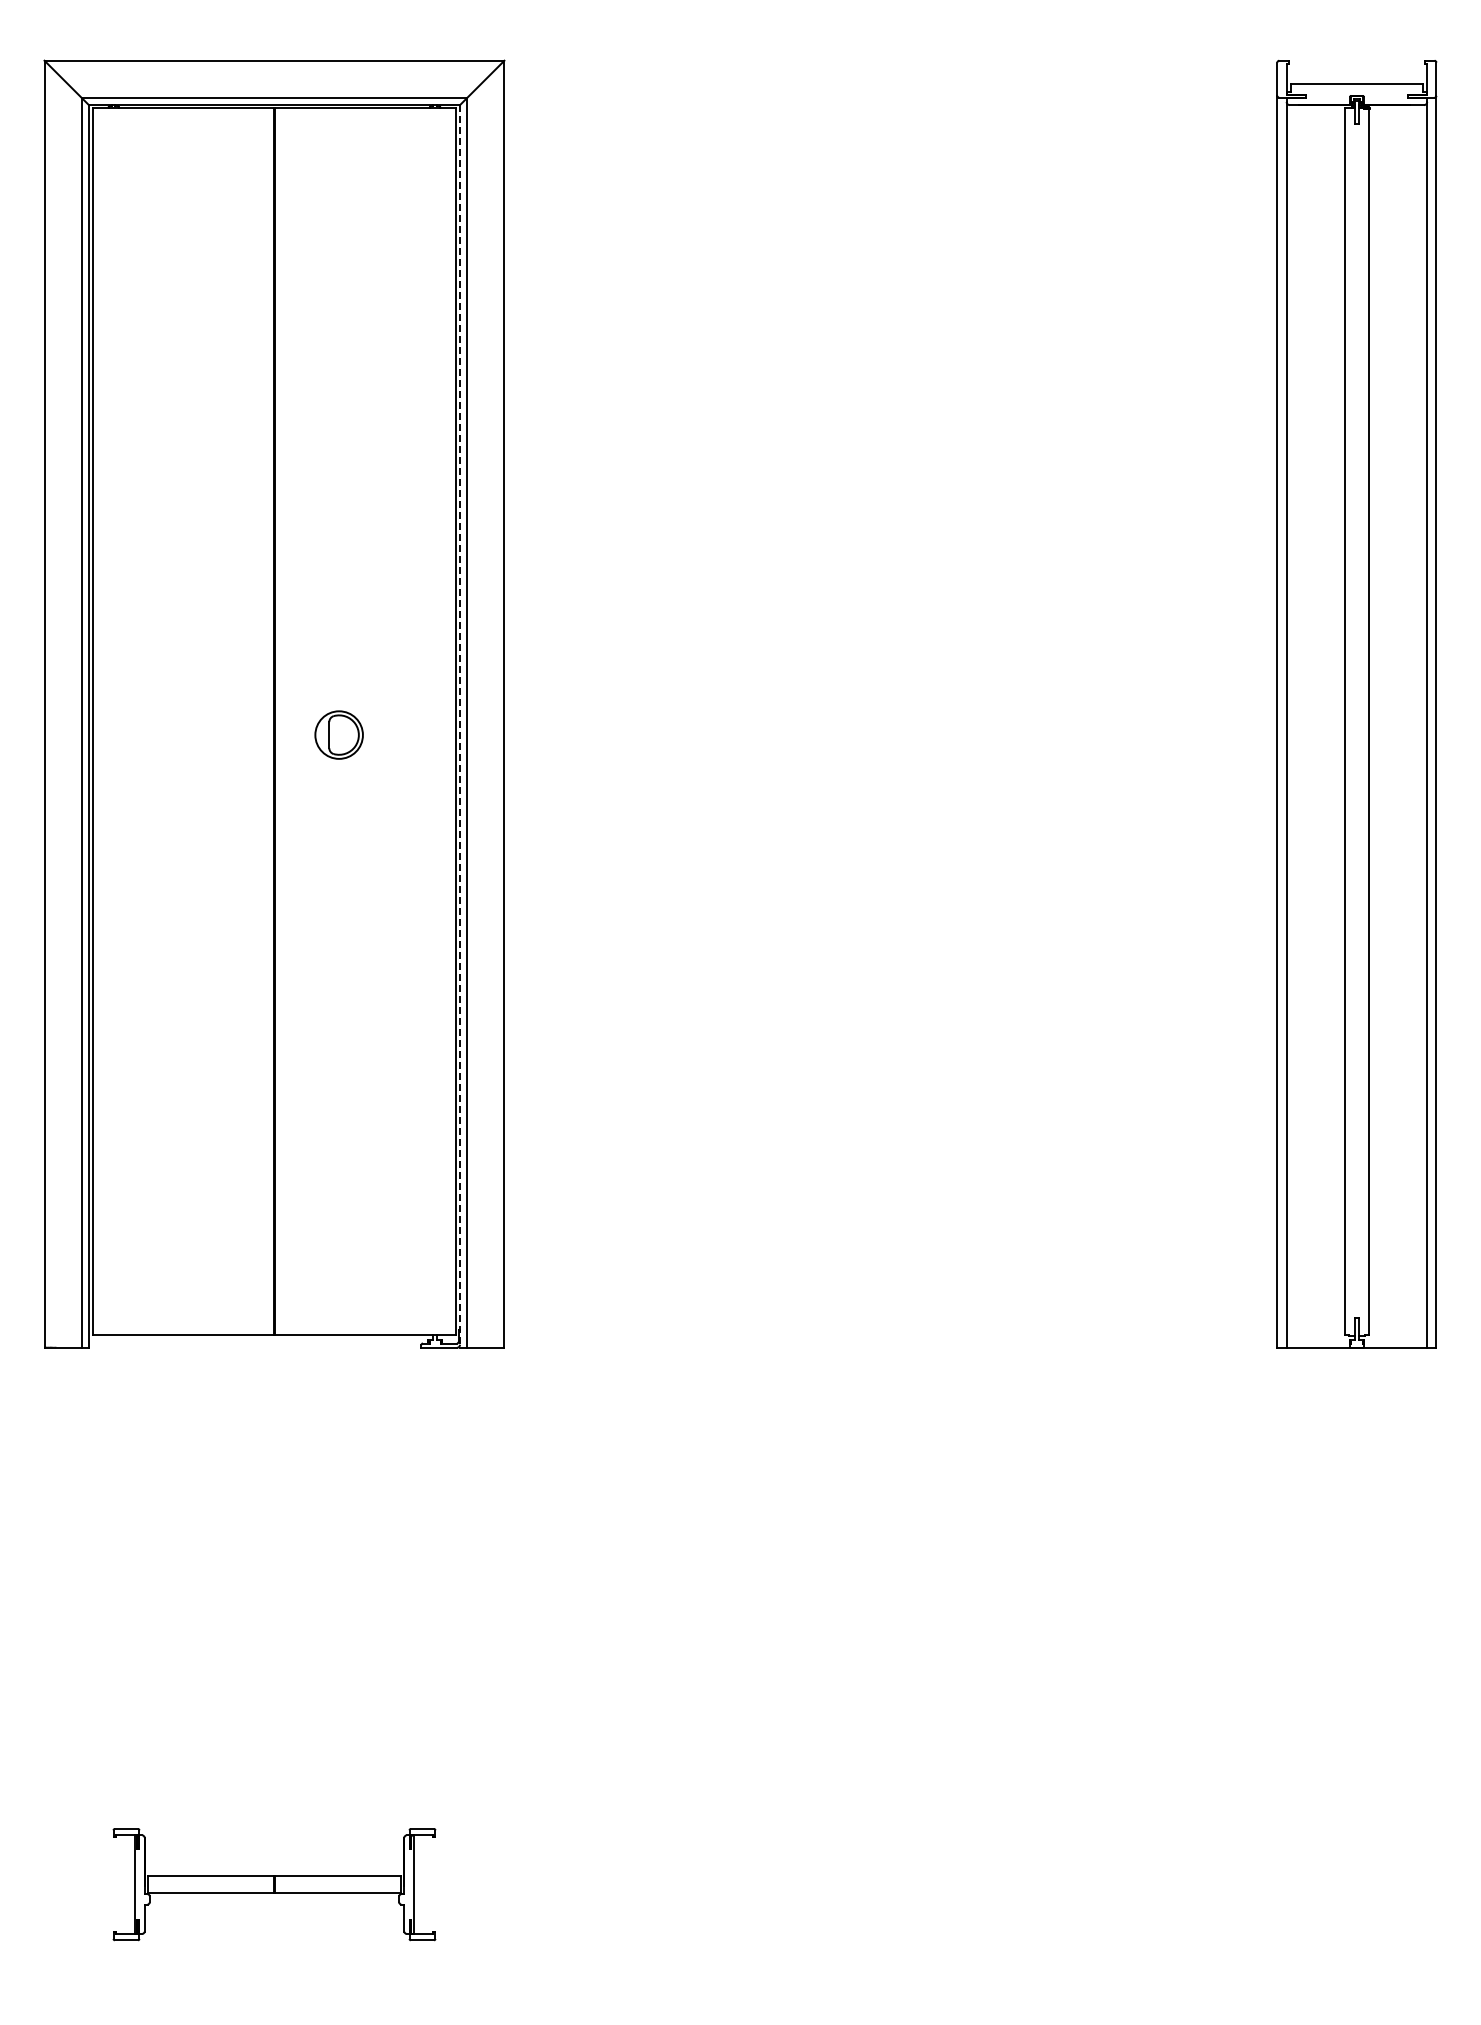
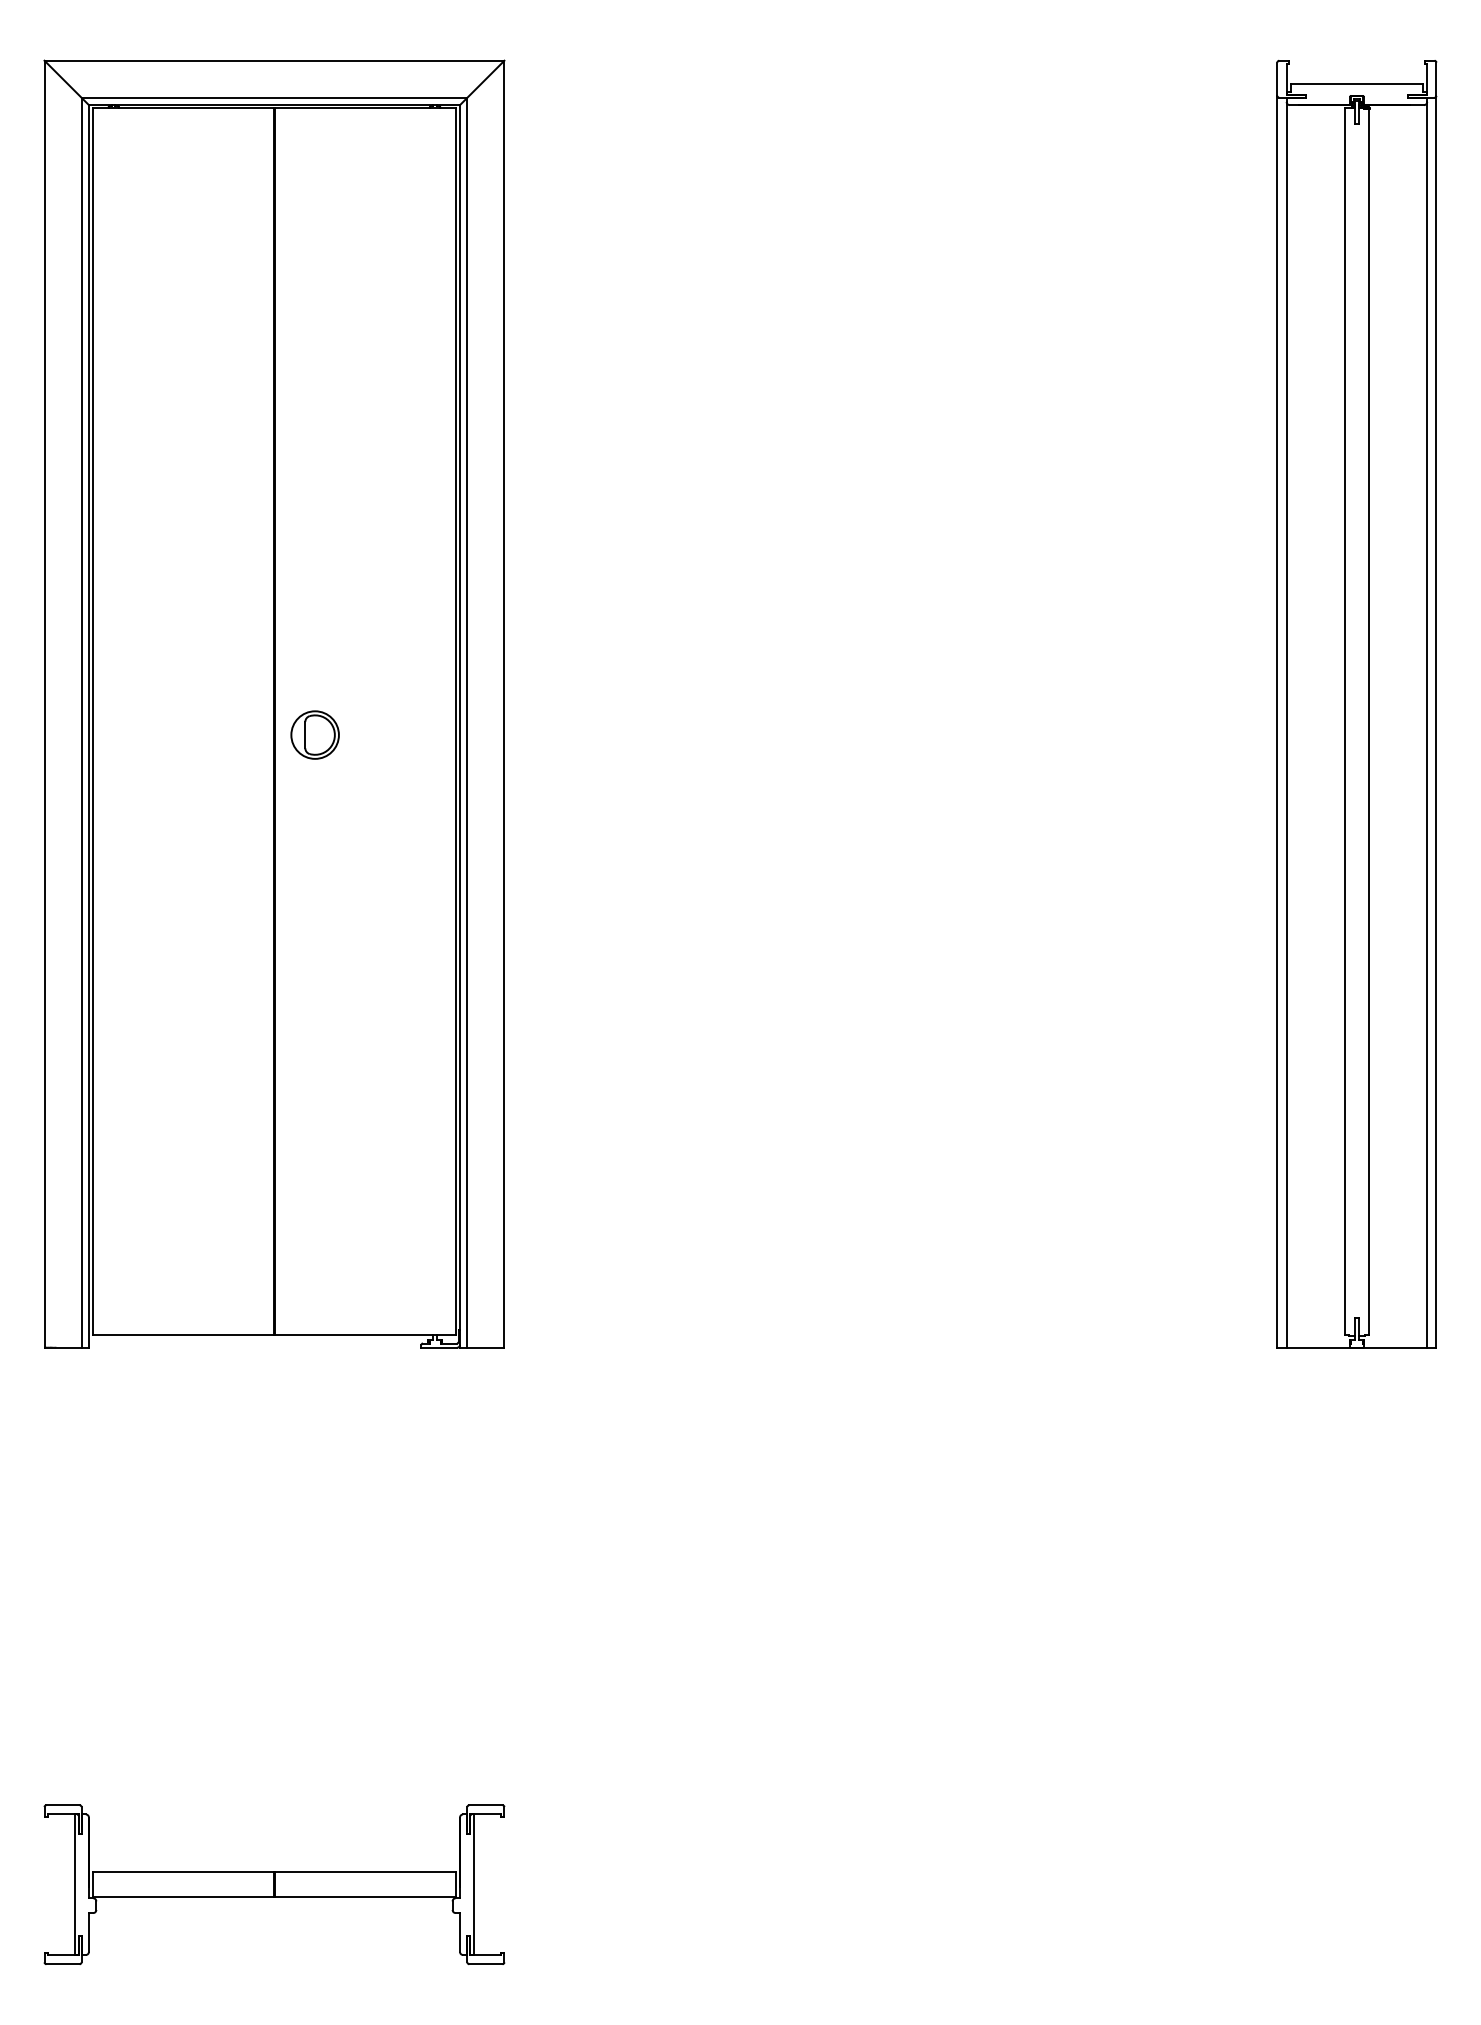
line at (460, 726): dashed -> solid
part at (338, 734) position: (338, 734) -> (314, 734)
part at (274, 1884) size: 325x114 px -> 463x161 px
